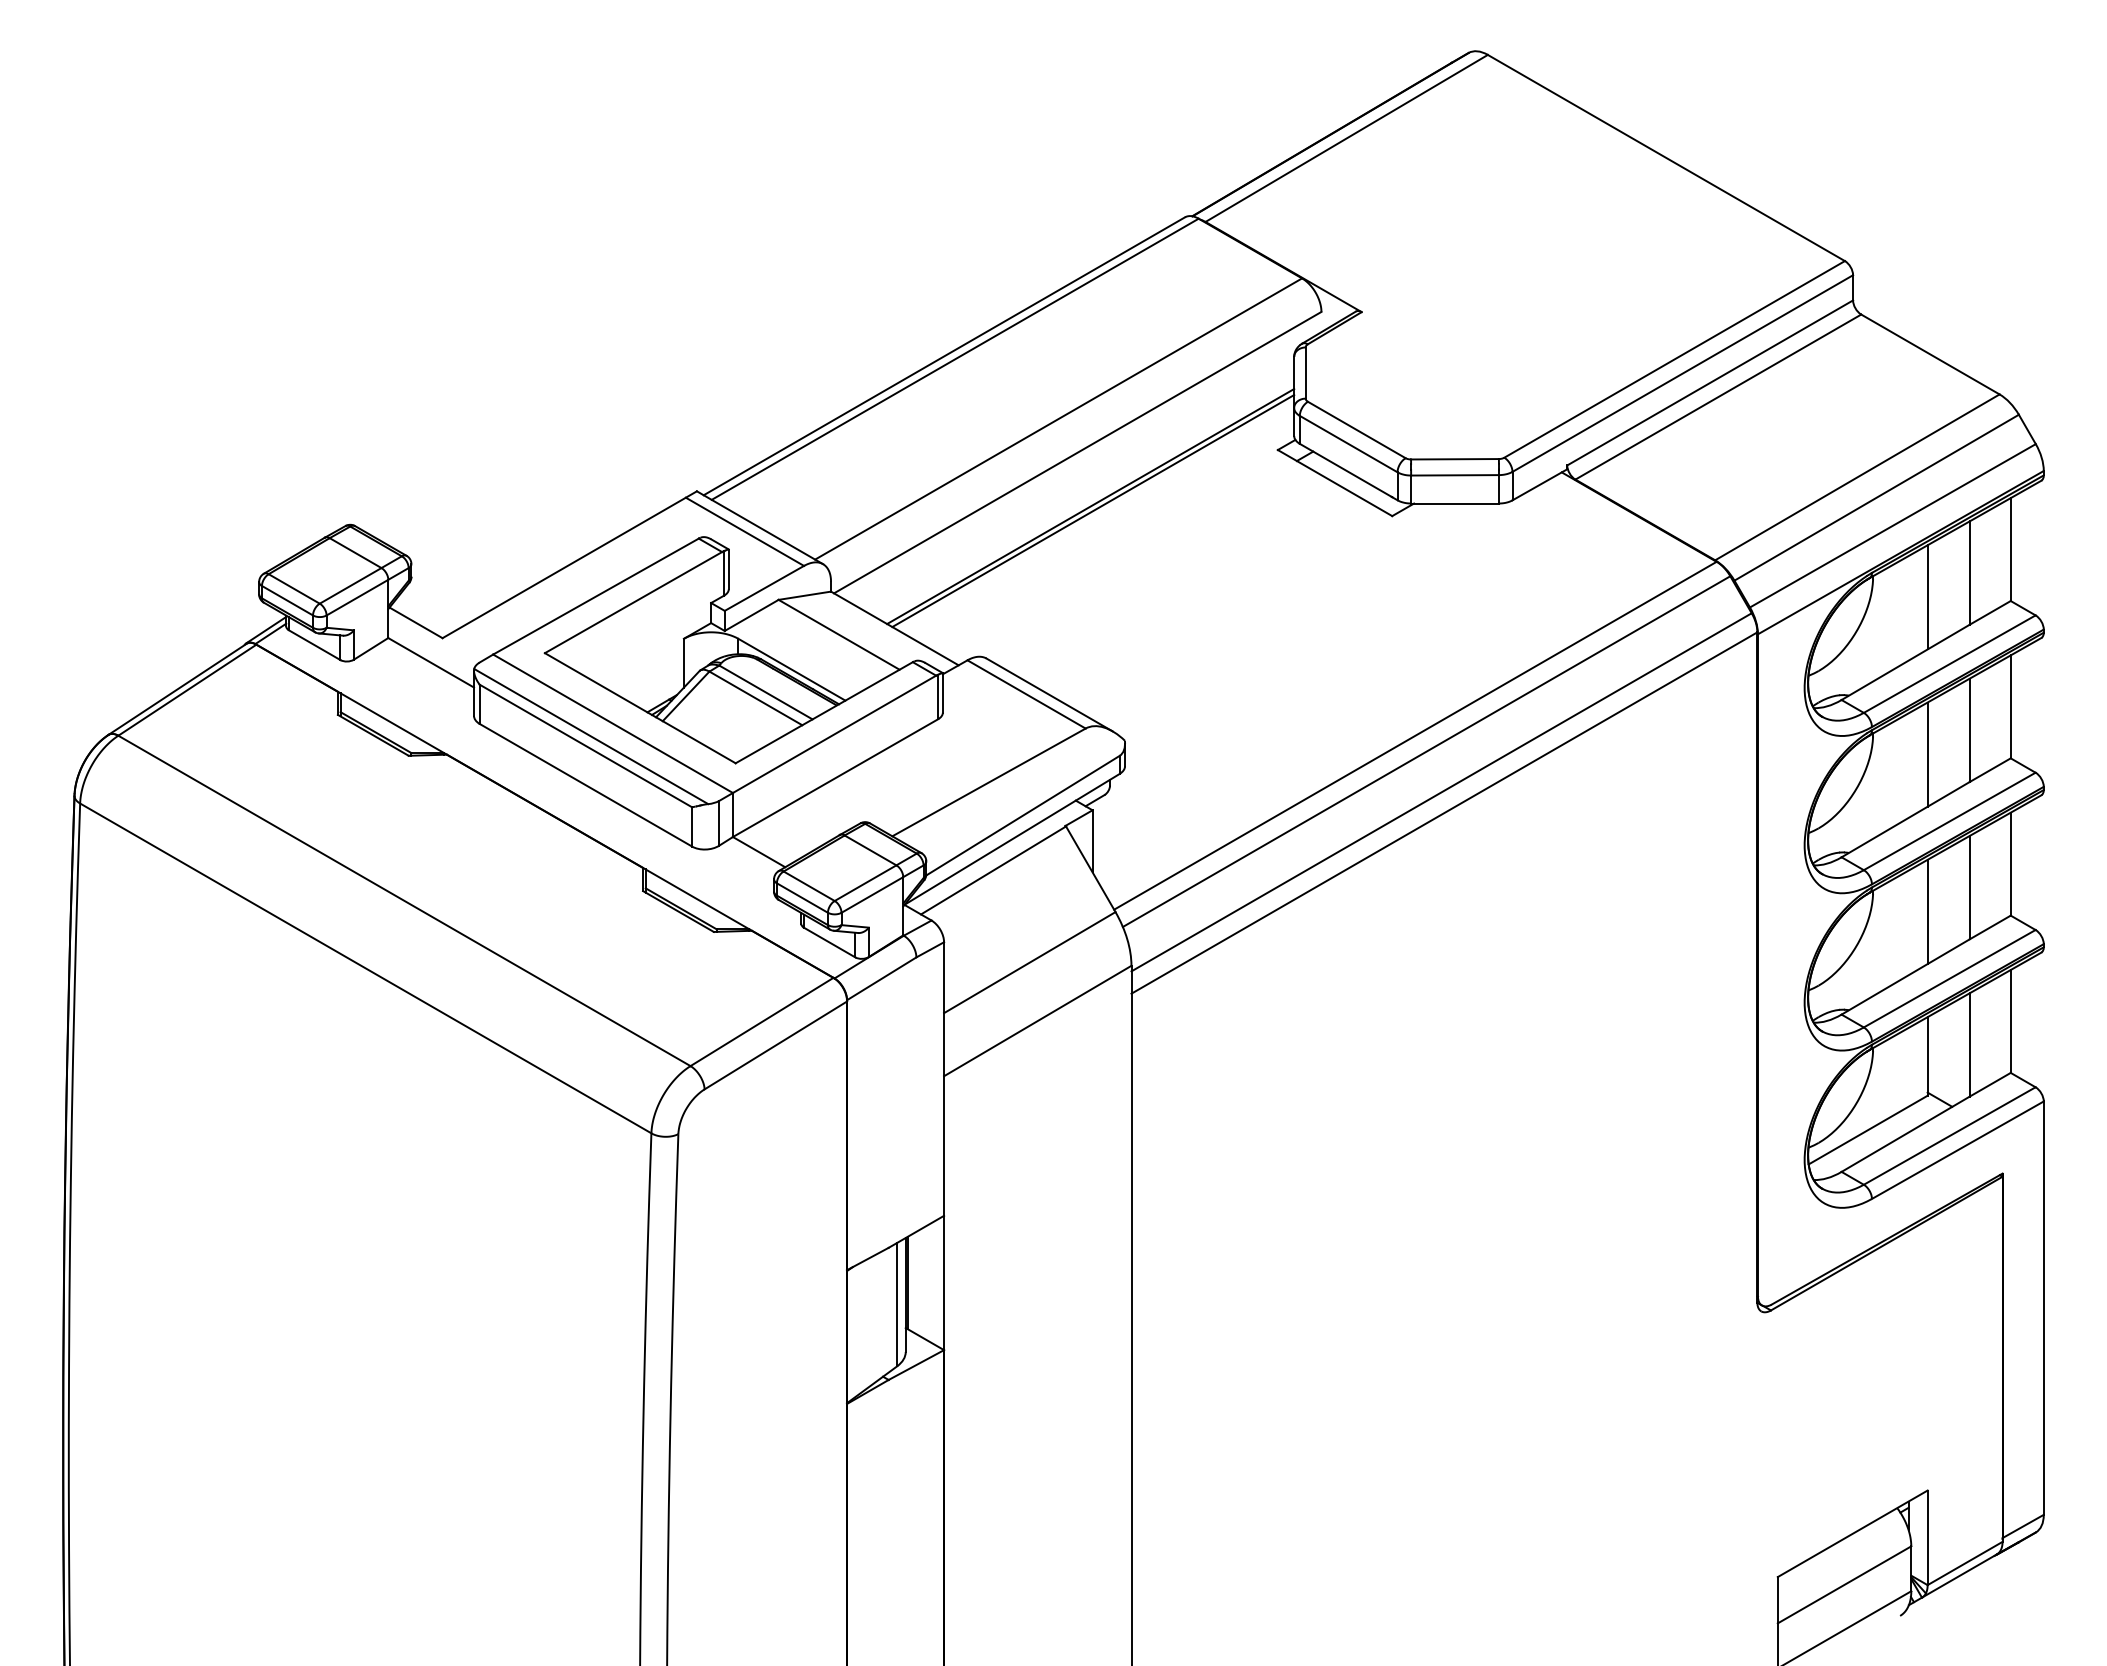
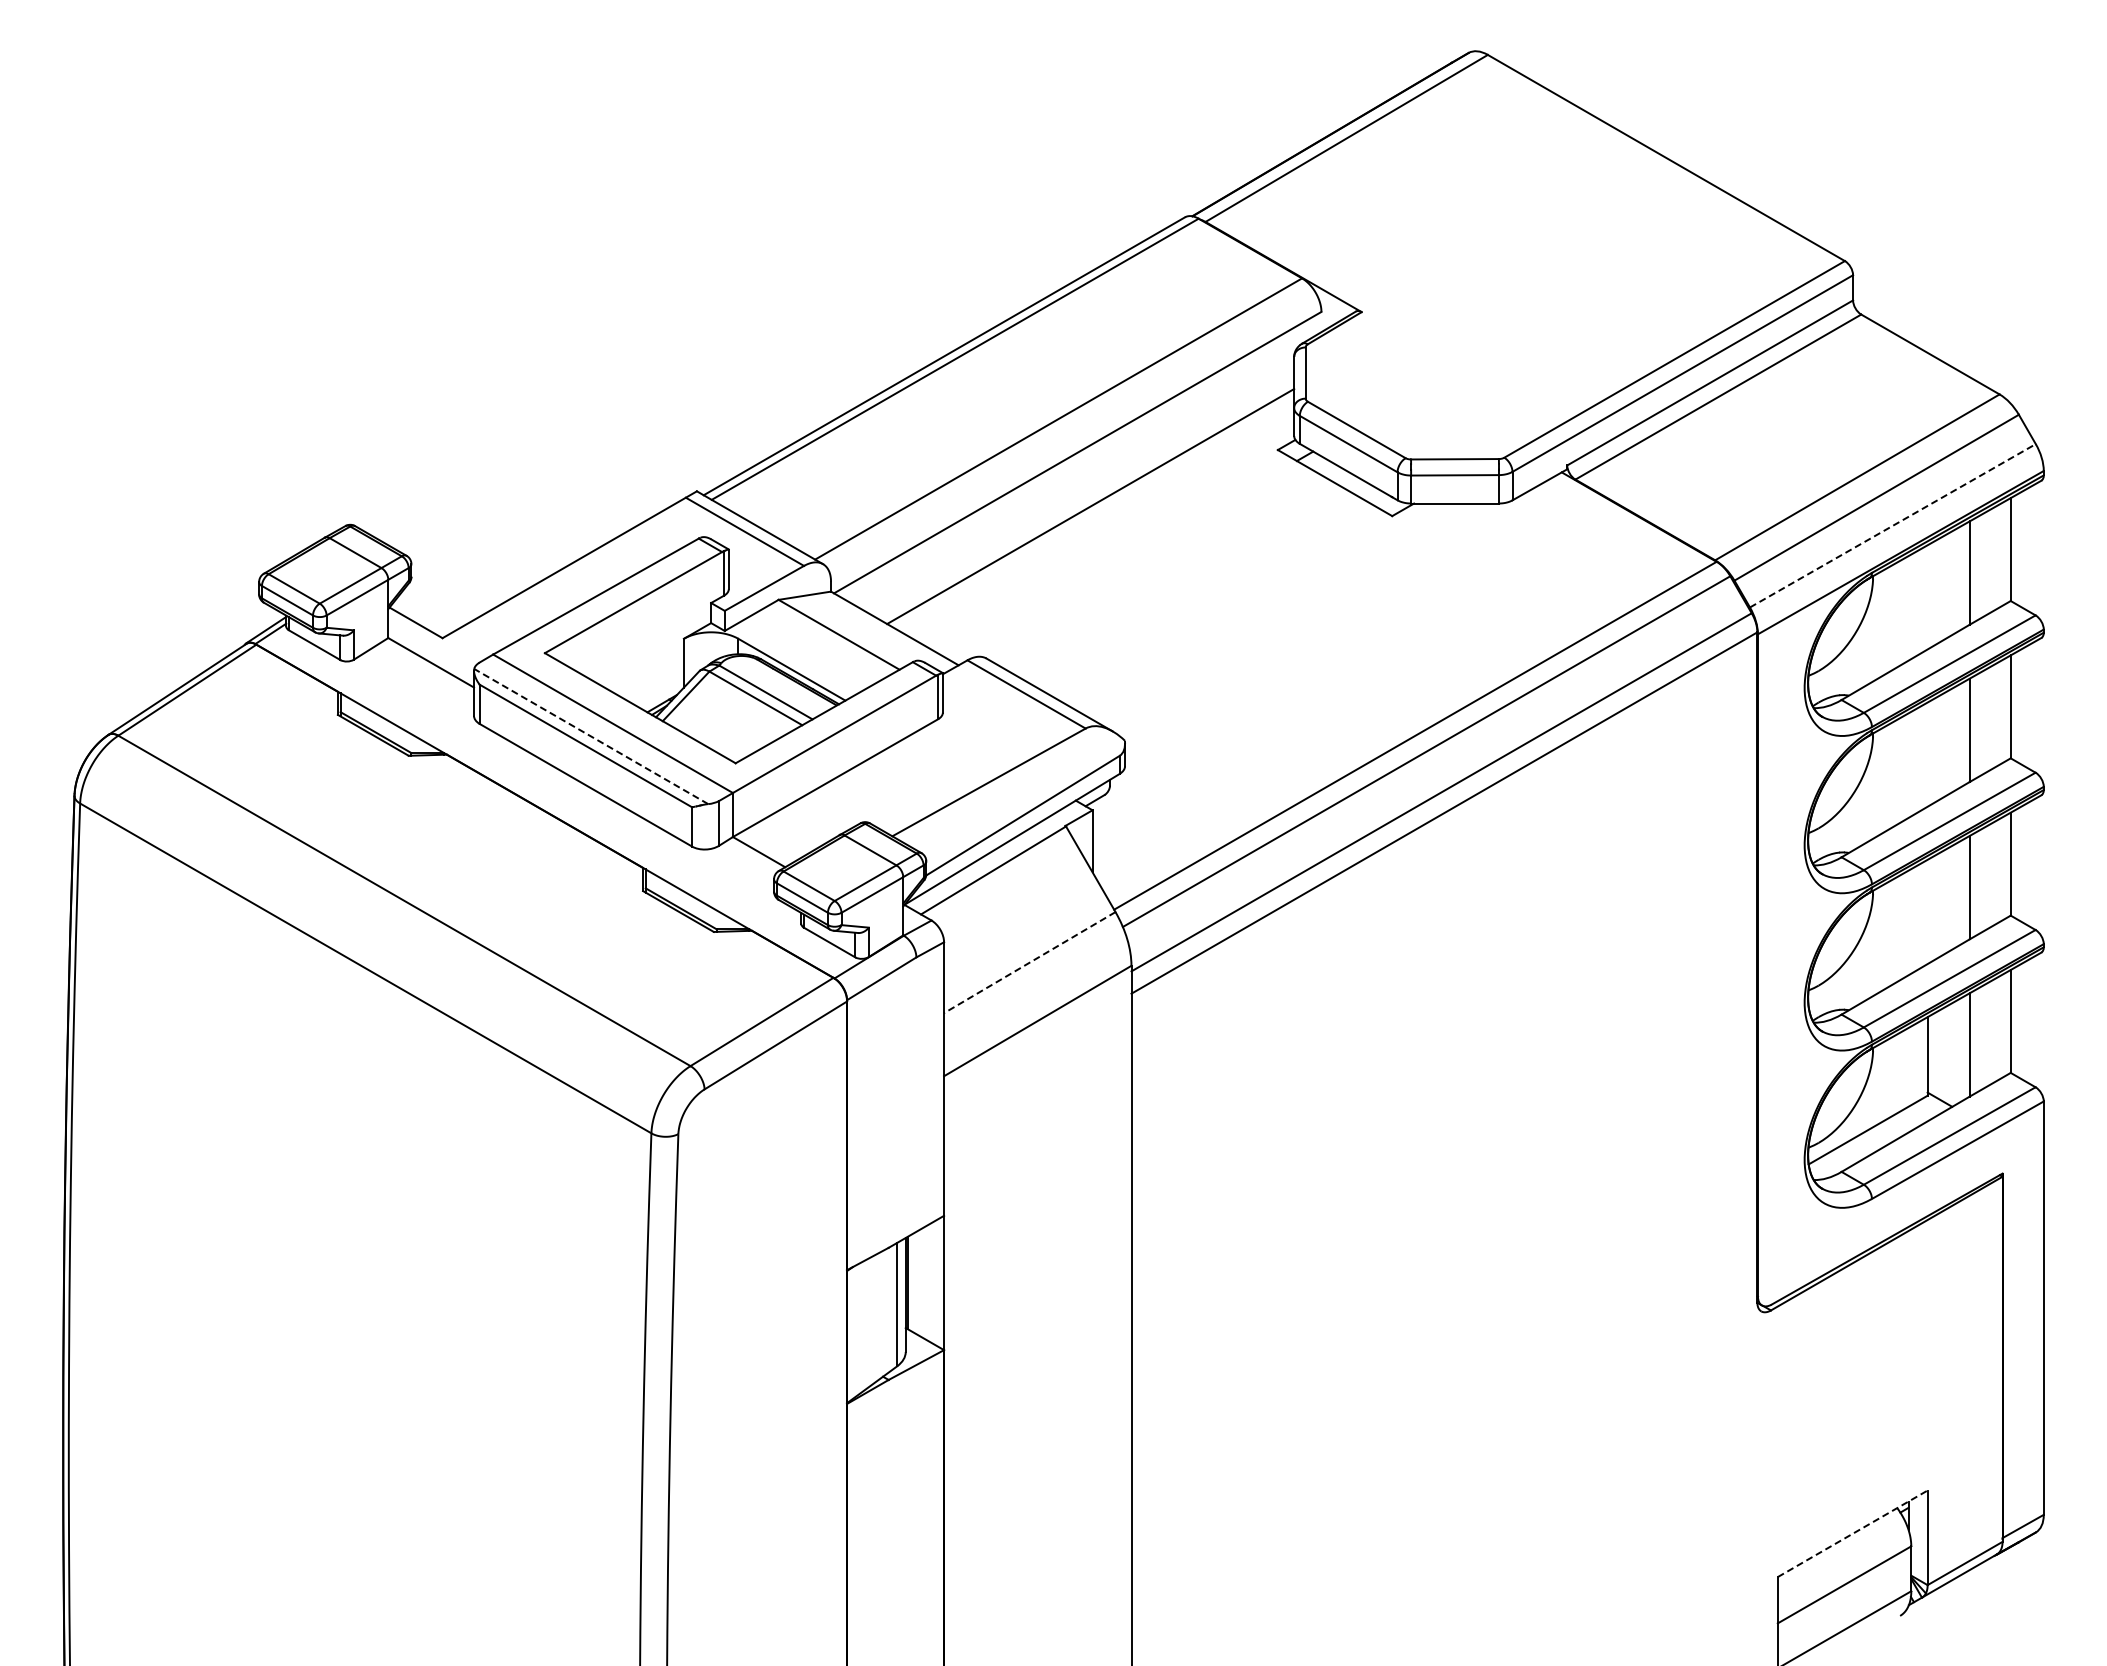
line at (1093, 511): present -> none
line at (1892, 525): solid -> dashed
line at (1927, 597): present -> none
line at (590, 736): solid -> dashed
line at (1927, 754): present -> none
line at (1927, 911): present -> none
line at (1029, 962): solid -> dashed
line at (1852, 1533): solid -> dashed
